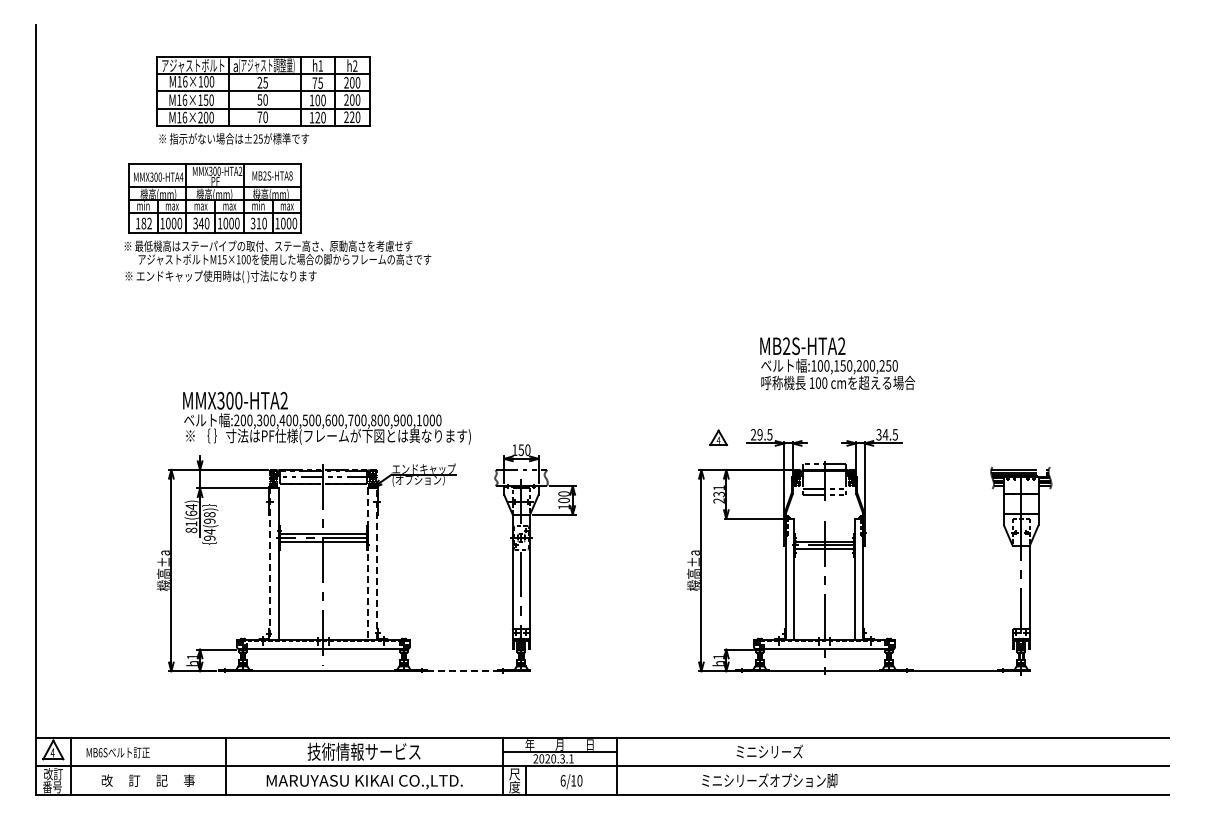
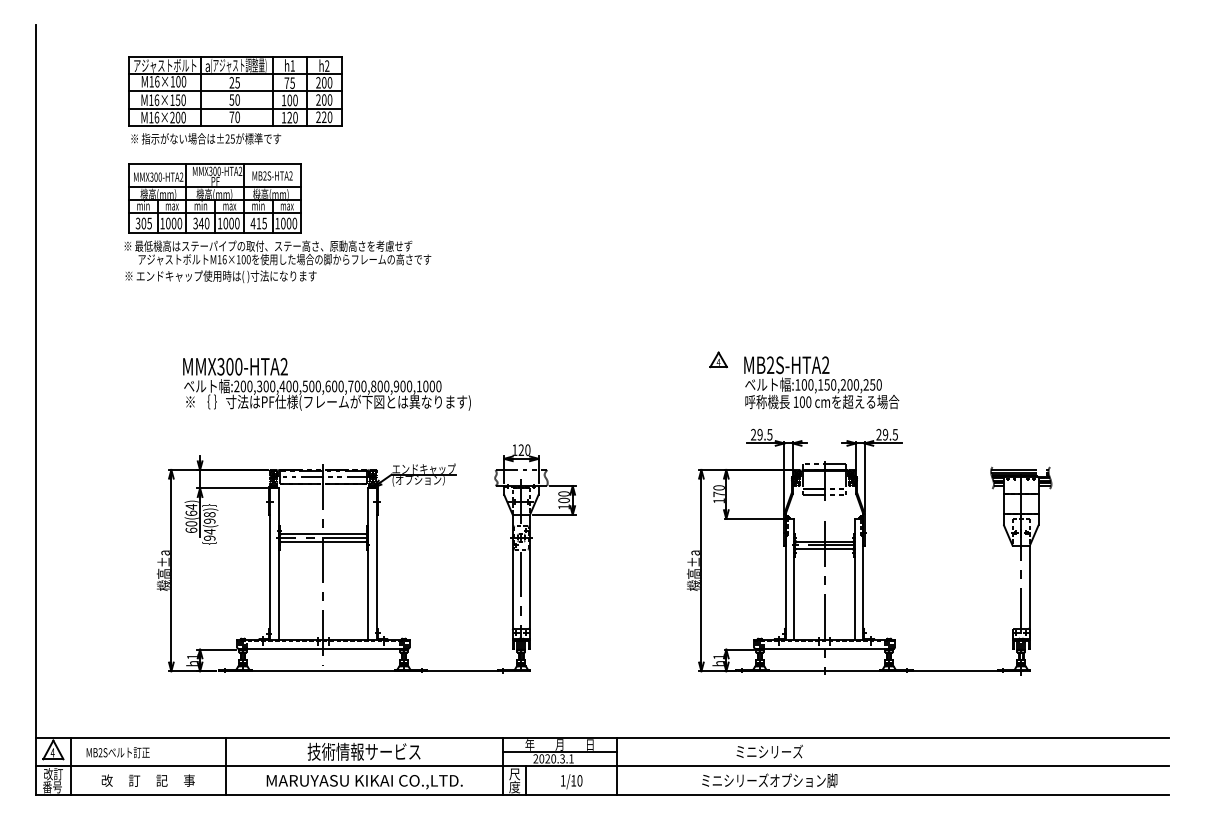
part at (263, 100) position: (263, 100) -> (235, 100)
text at (290, 175): MB2S-HTA8 -> MB2S-HTA2
text at (181, 176): MMX300-HTA4 -> MMX300-HTA2
text at (201, 205): max -> min
text at (143, 223): 182 -> 305
text at (258, 223): 310 -> 415
text at (224, 259): M15×100 -> M16×100
text at (837, 363) position: (837, 363) -> (821, 382)
text at (326, 418) position: (326, 418) -> (326, 384)
text at (882, 434): 34.5 -> 29.5
part at (718, 437) position: (718, 437) -> (718, 359)
text at (520, 450): 150 -> 120
text at (718, 494): 231 -> 170
text at (191, 527): 81(64) -> 60(64)
line at (376, 563): dashed -> solid
line at (270, 564): dashed -> solid
line at (367, 564): dashed -> solid
line at (463, 671): dashed -> solid
text at (100, 752): MB6S -> MB2S
text at (562, 780): 6/10 -> 1/10
